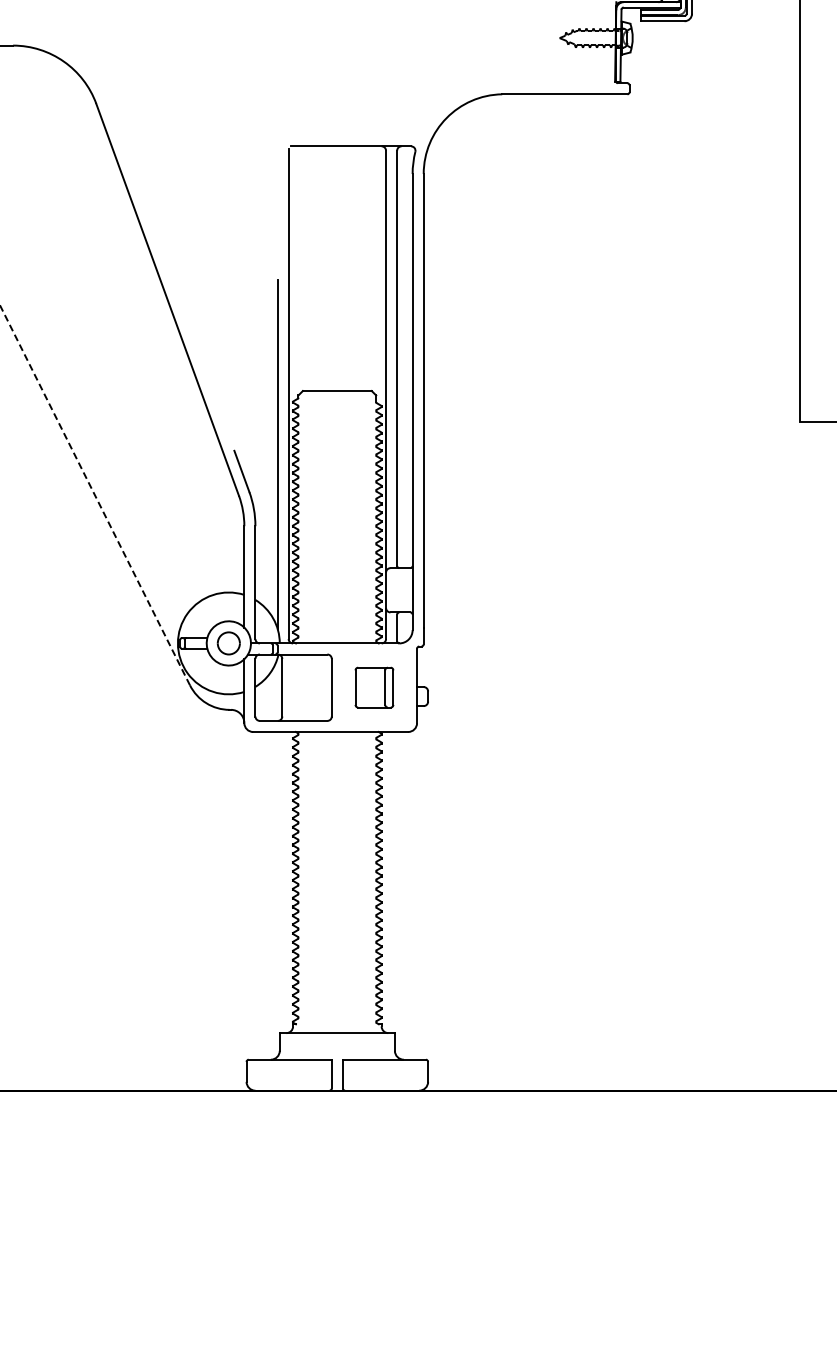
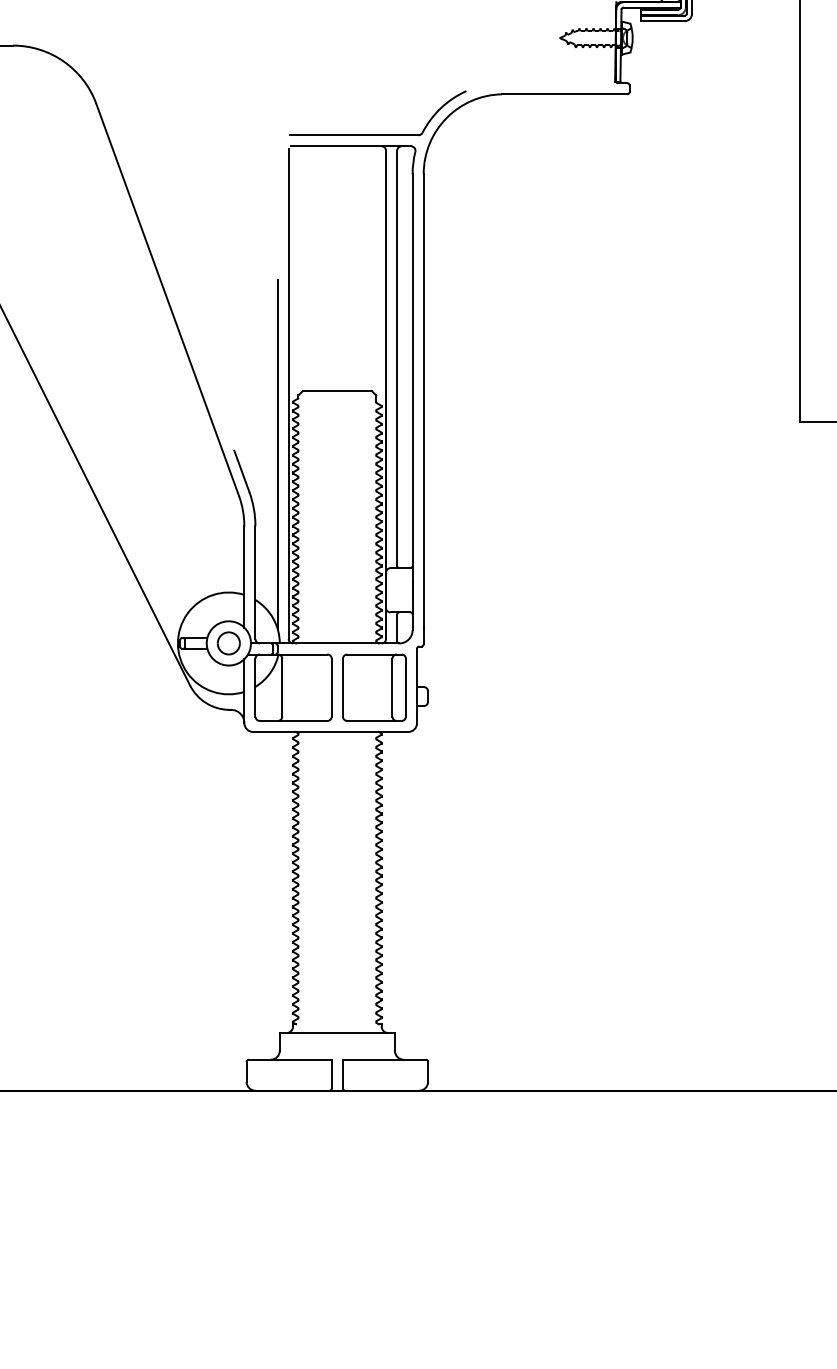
part at (377, 134): none -> present
line at (94, 495): dashed -> solid
part at (374, 687) size: 41x43 px -> 65x69 px
